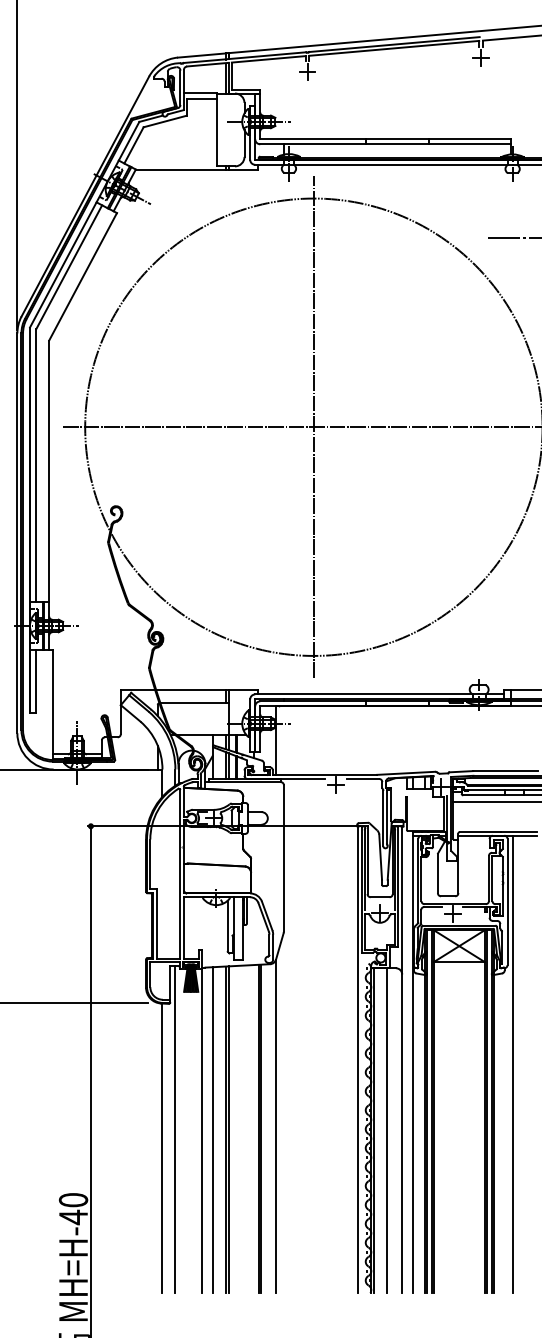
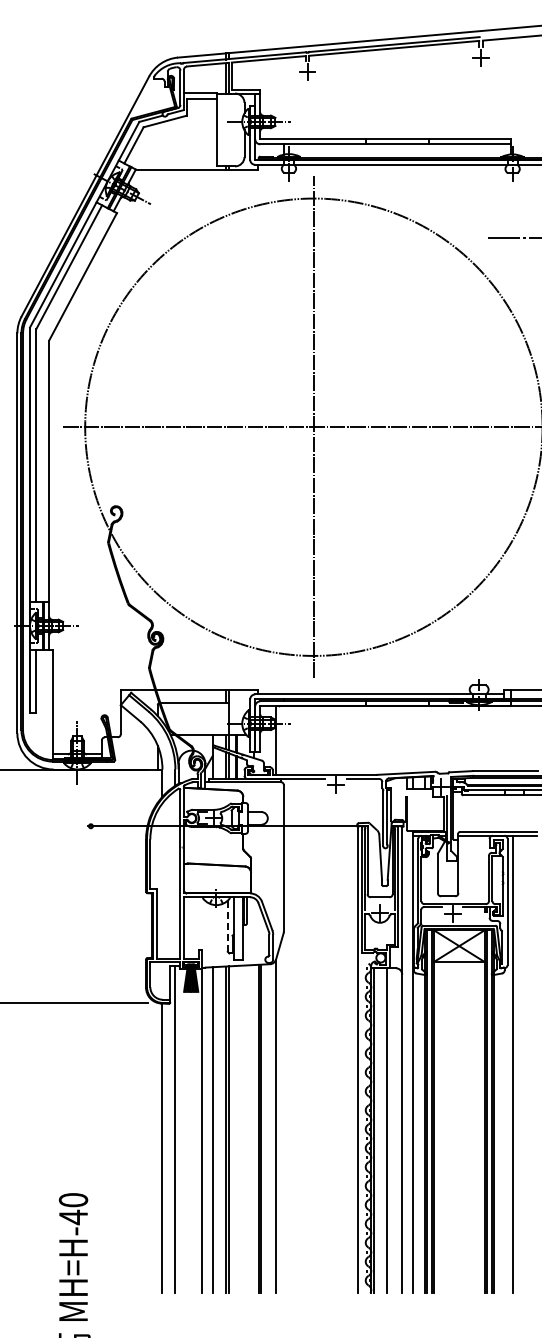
line at (17, 166): present -> none
line at (495, 802): present -> none
line at (227, 926): solid -> dashed
line at (90, 1080): present -> none
